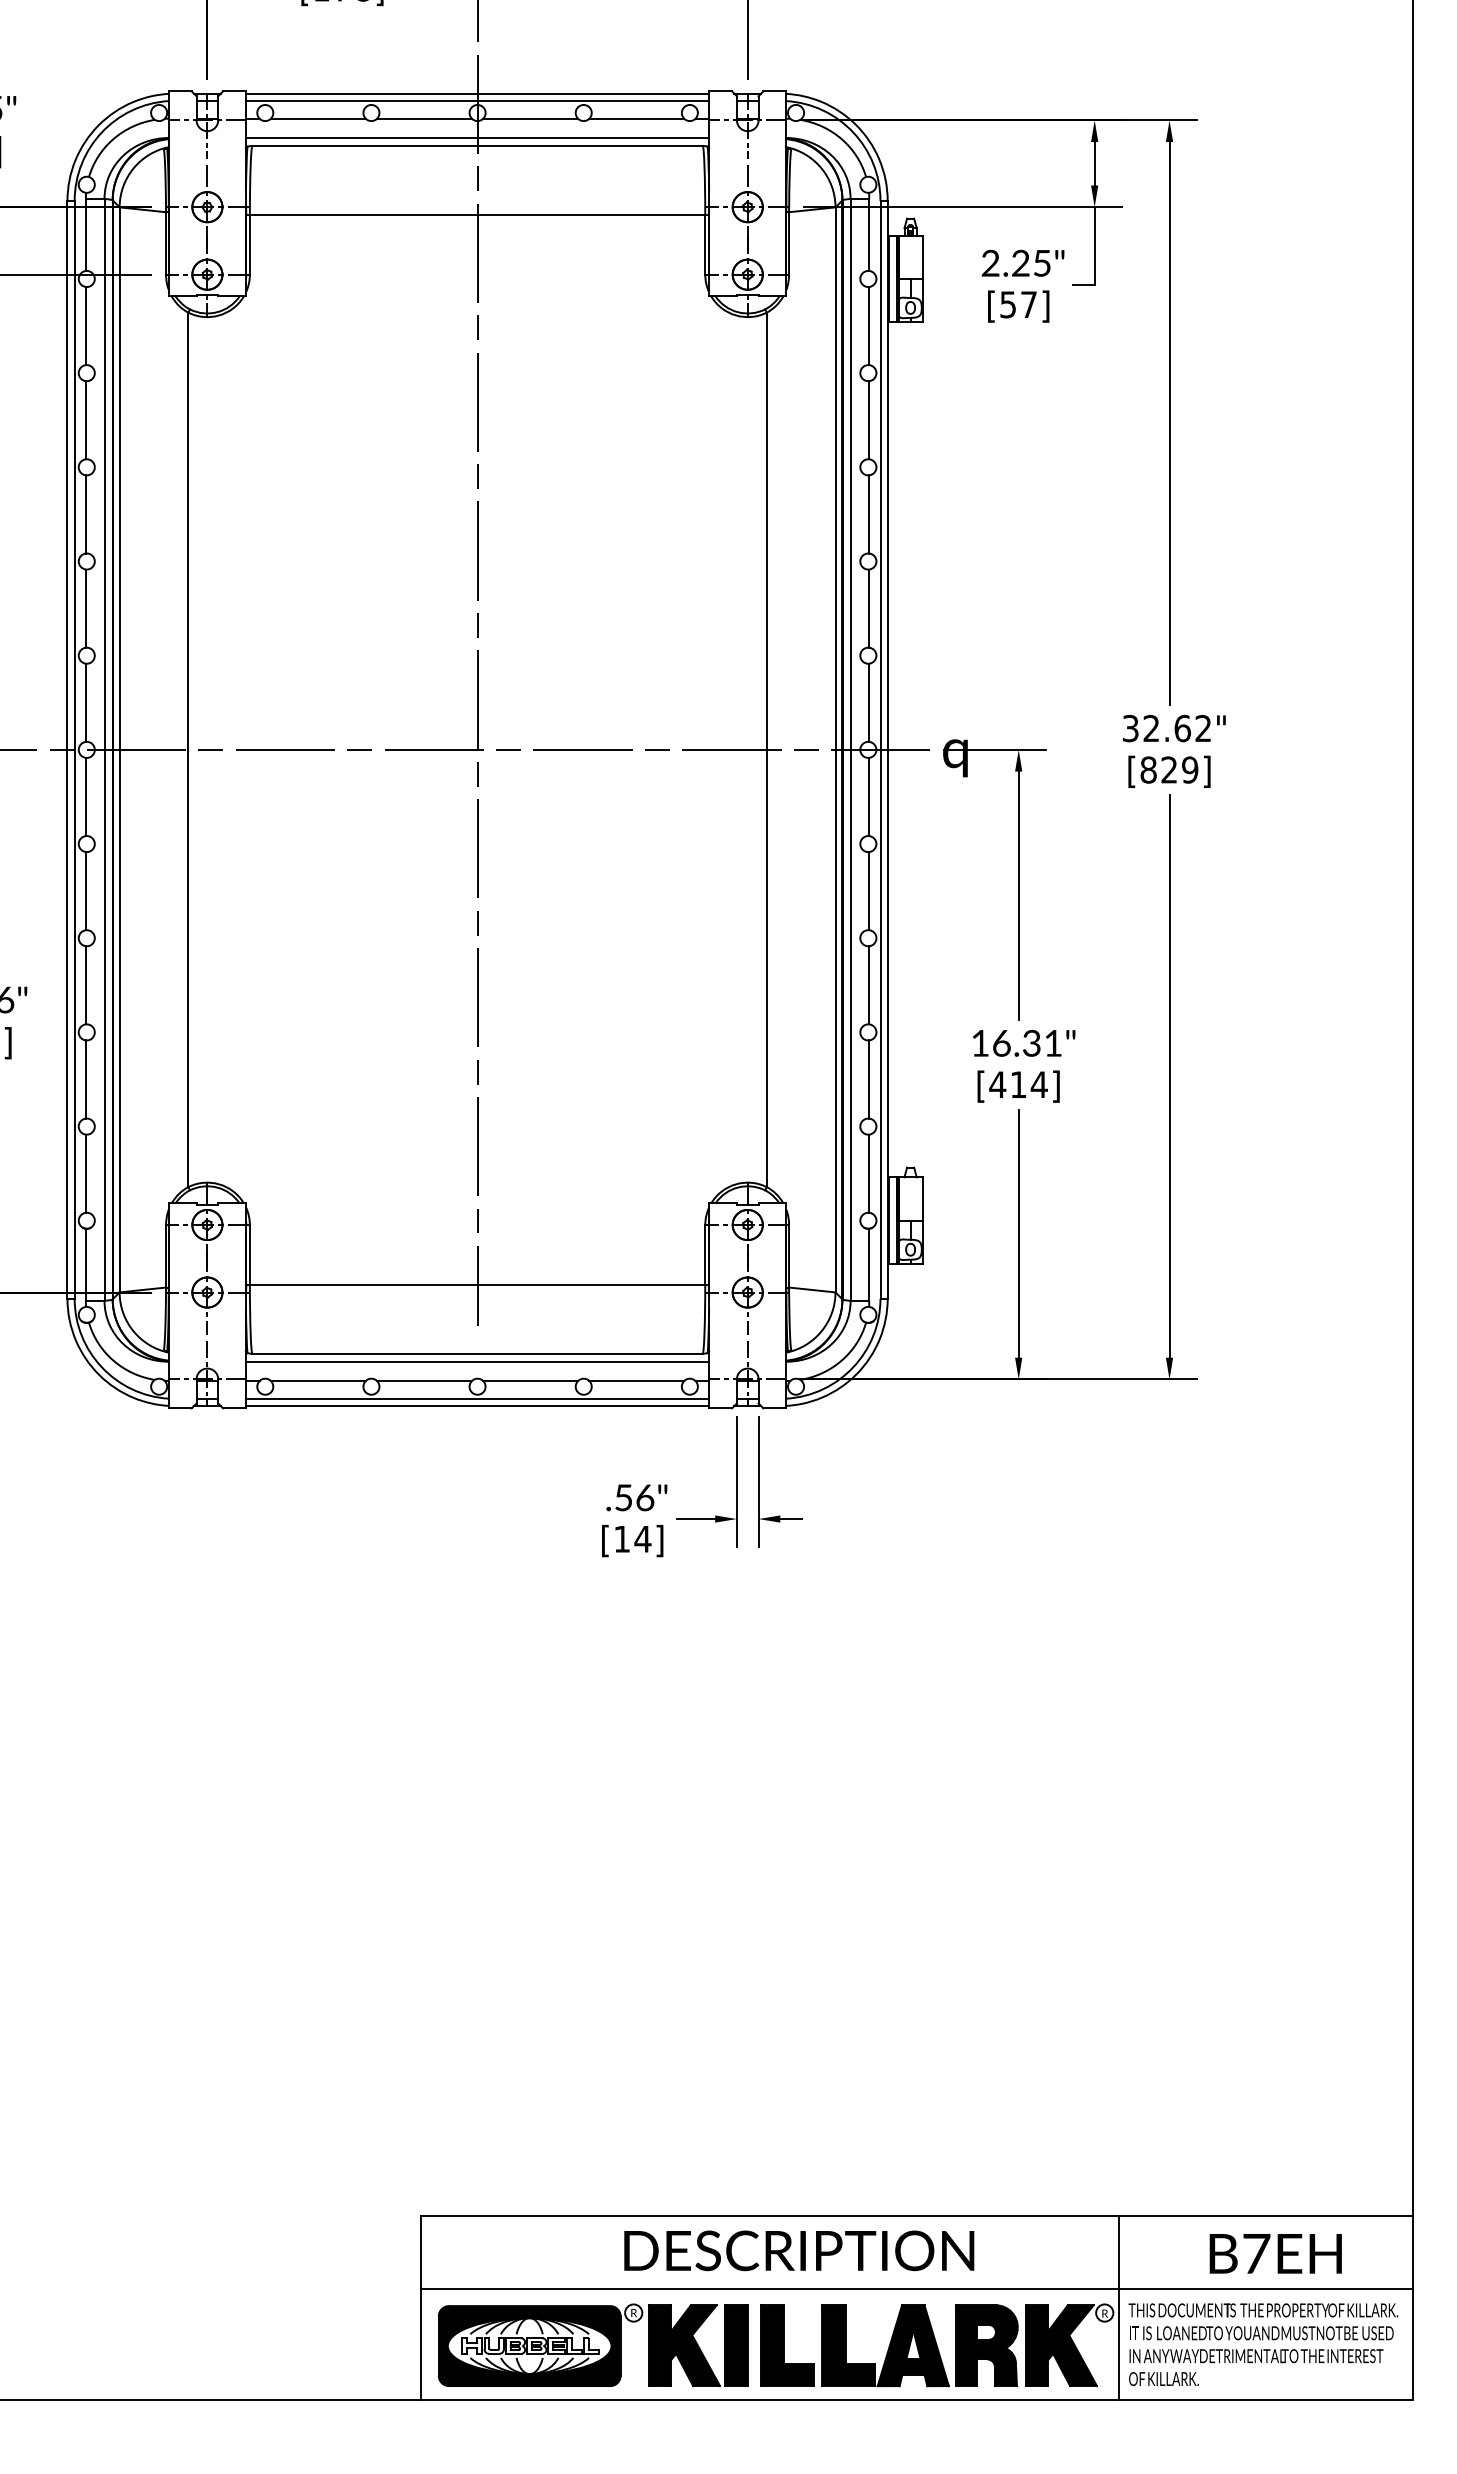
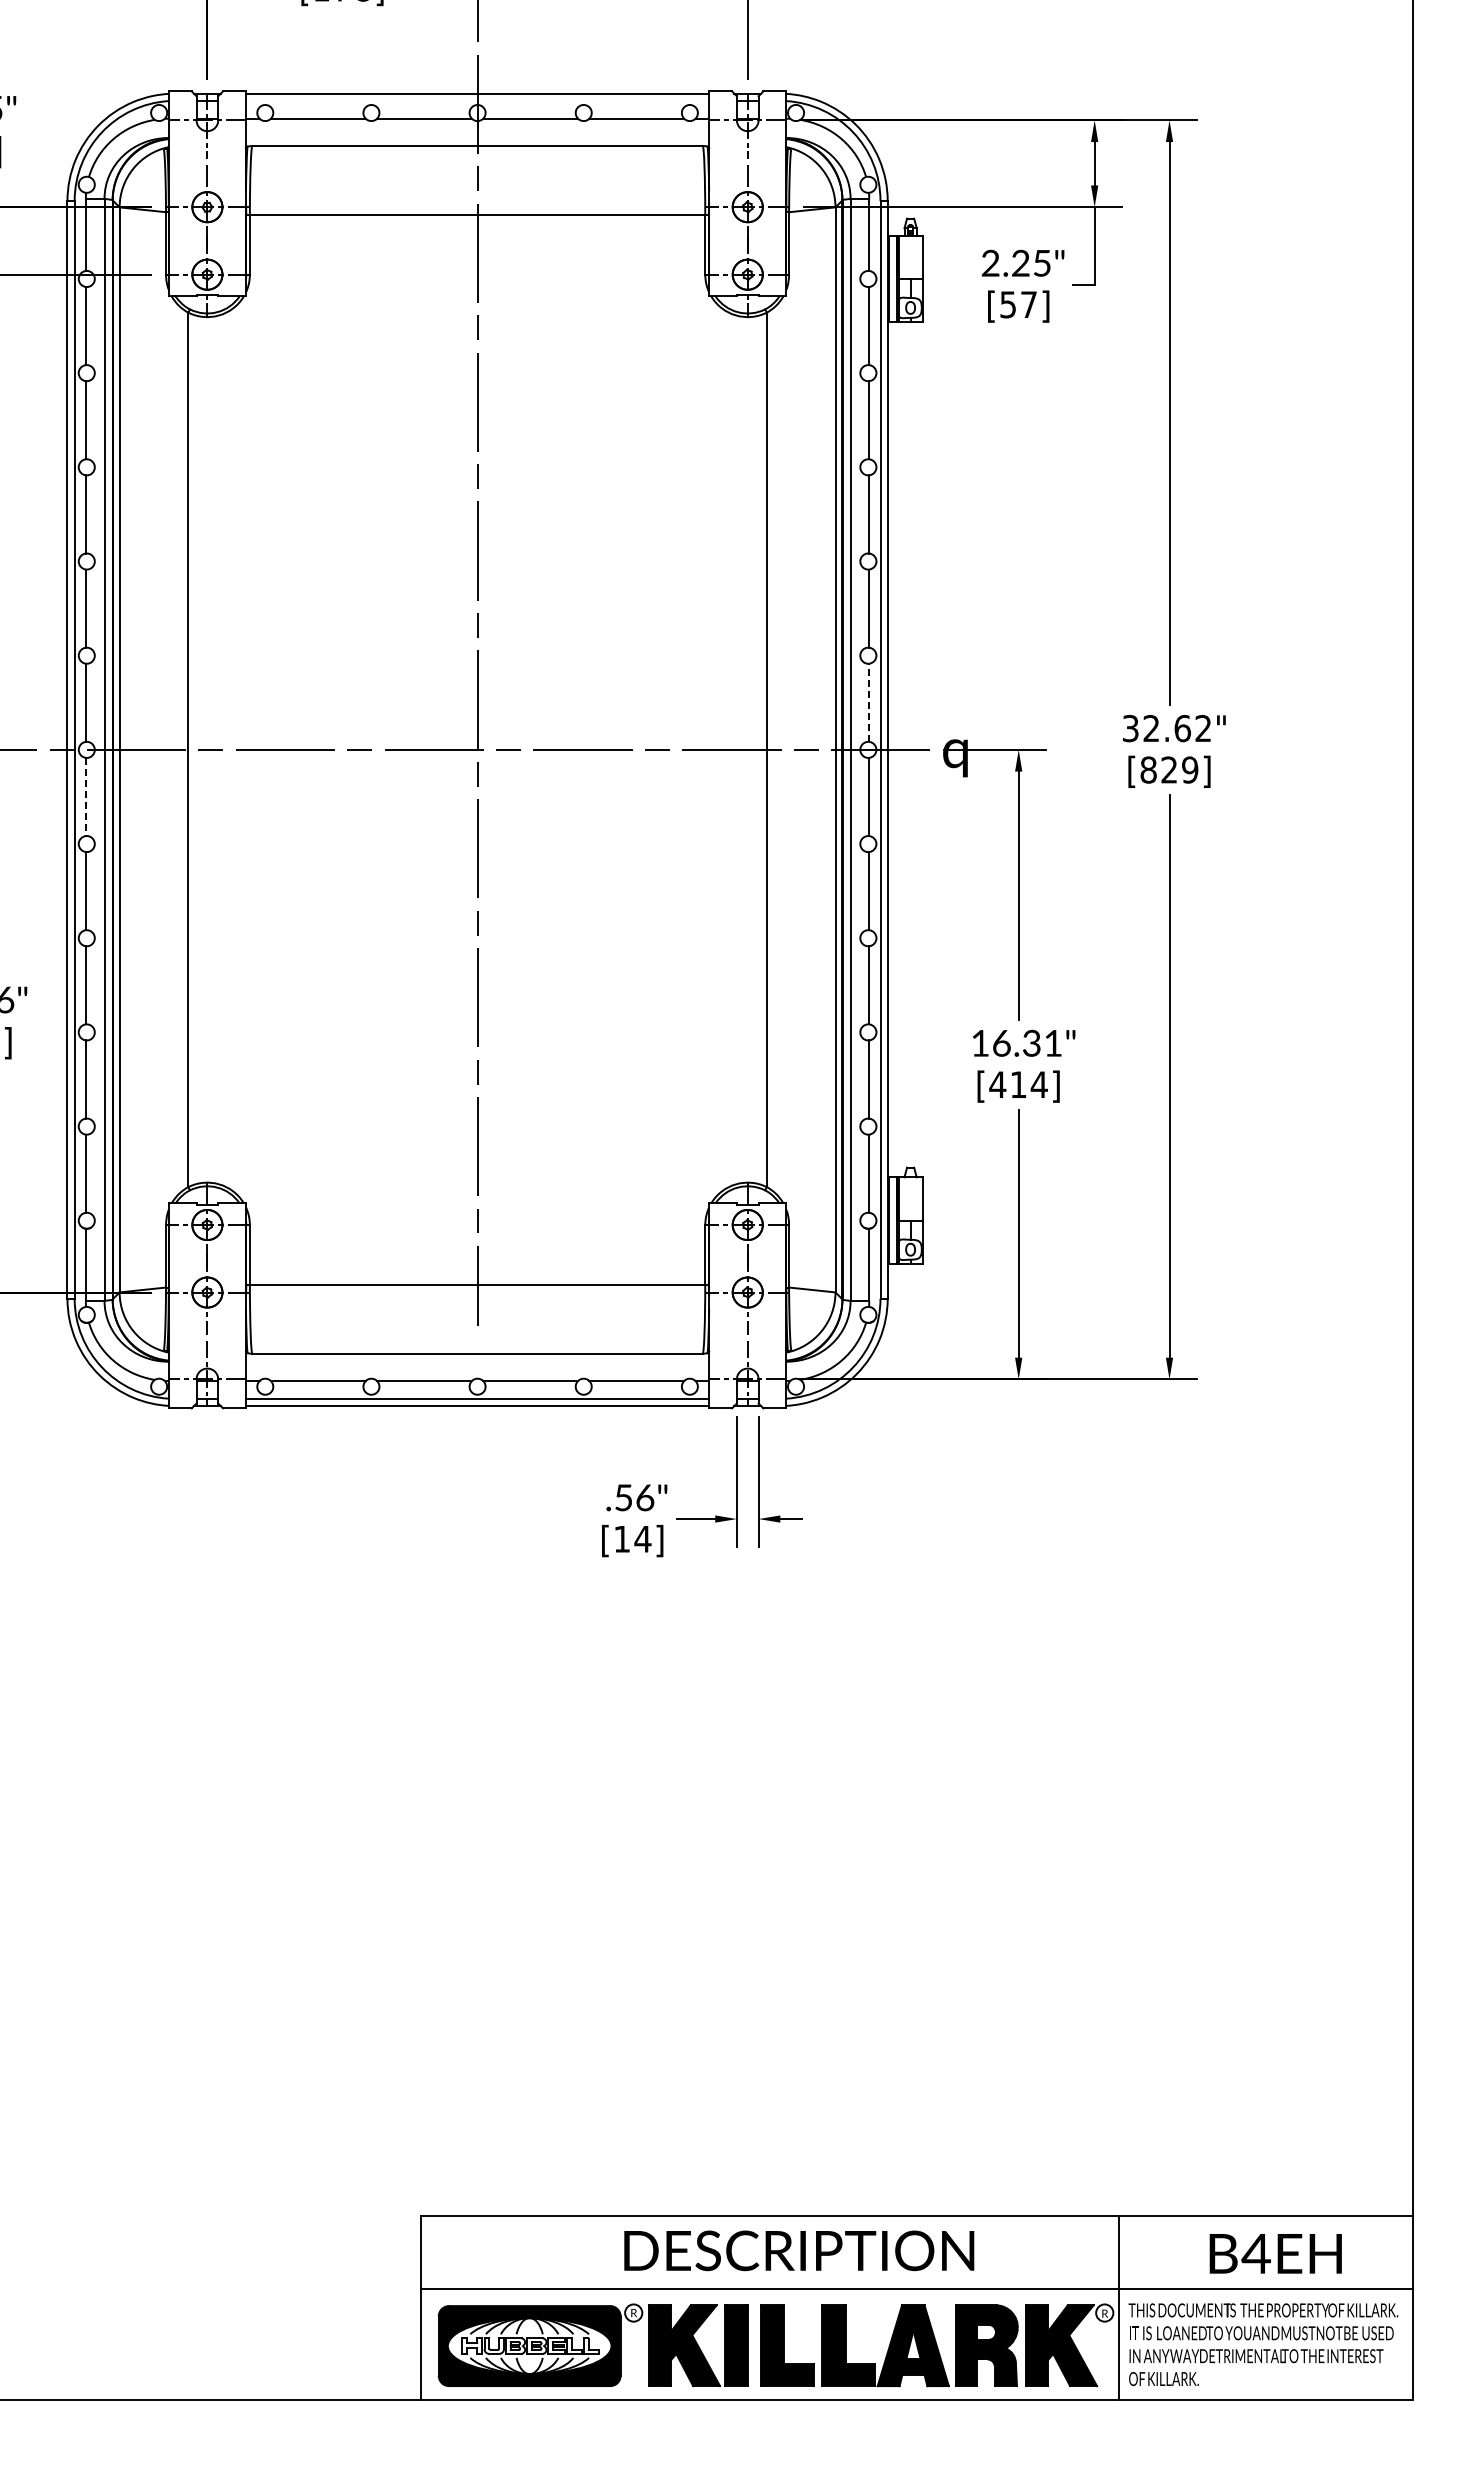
line at (477, 100): present -> none
line at (477, 138): present -> none
line at (869, 702): solid -> dashed
line at (85, 797): solid -> dashed
line at (477, 1361): present -> none
text at (1255, 2253): B7EH -> B4EH
